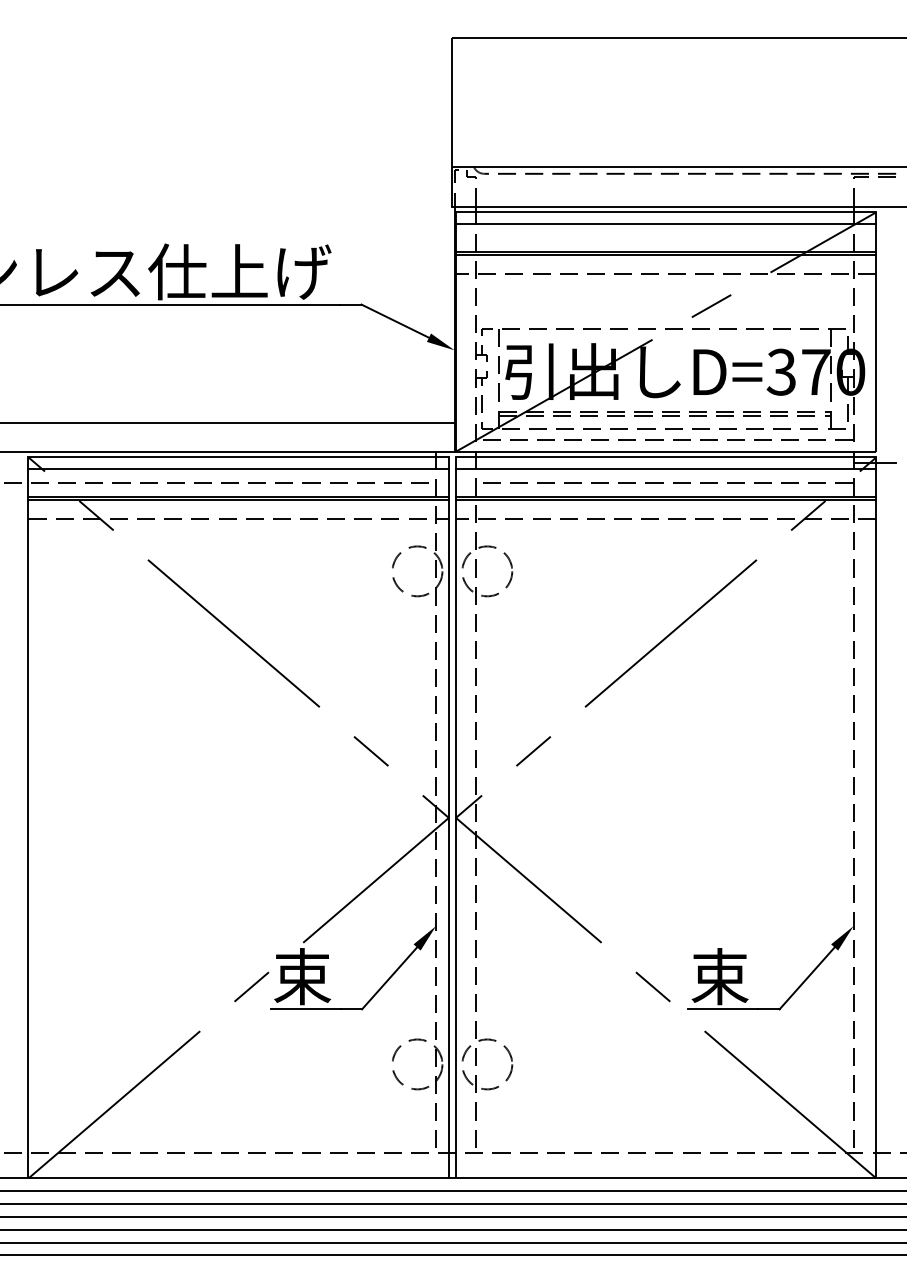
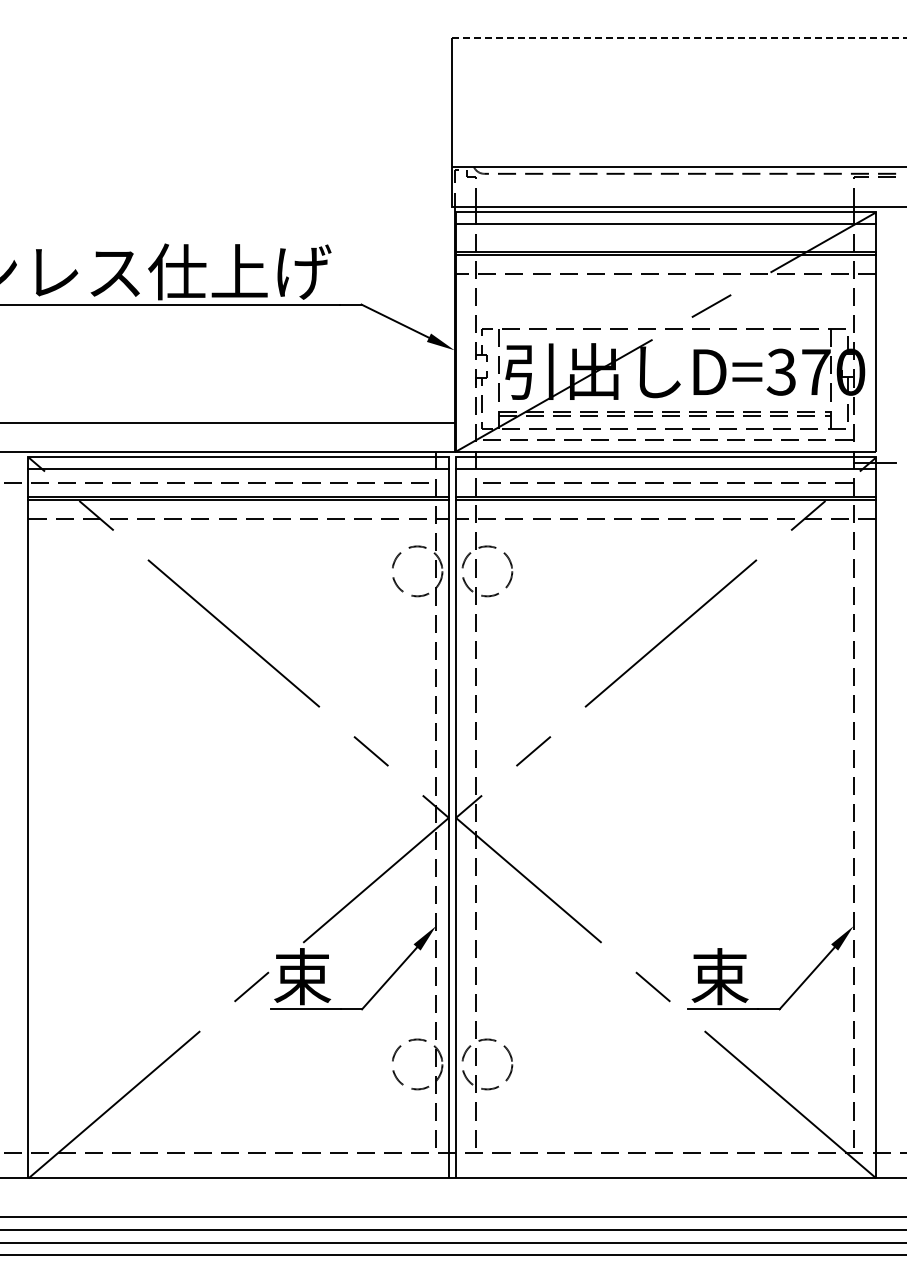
line at (679, 38): solid -> dashed
line at (452, 1191): present -> none
line at (452, 1204): present -> none
